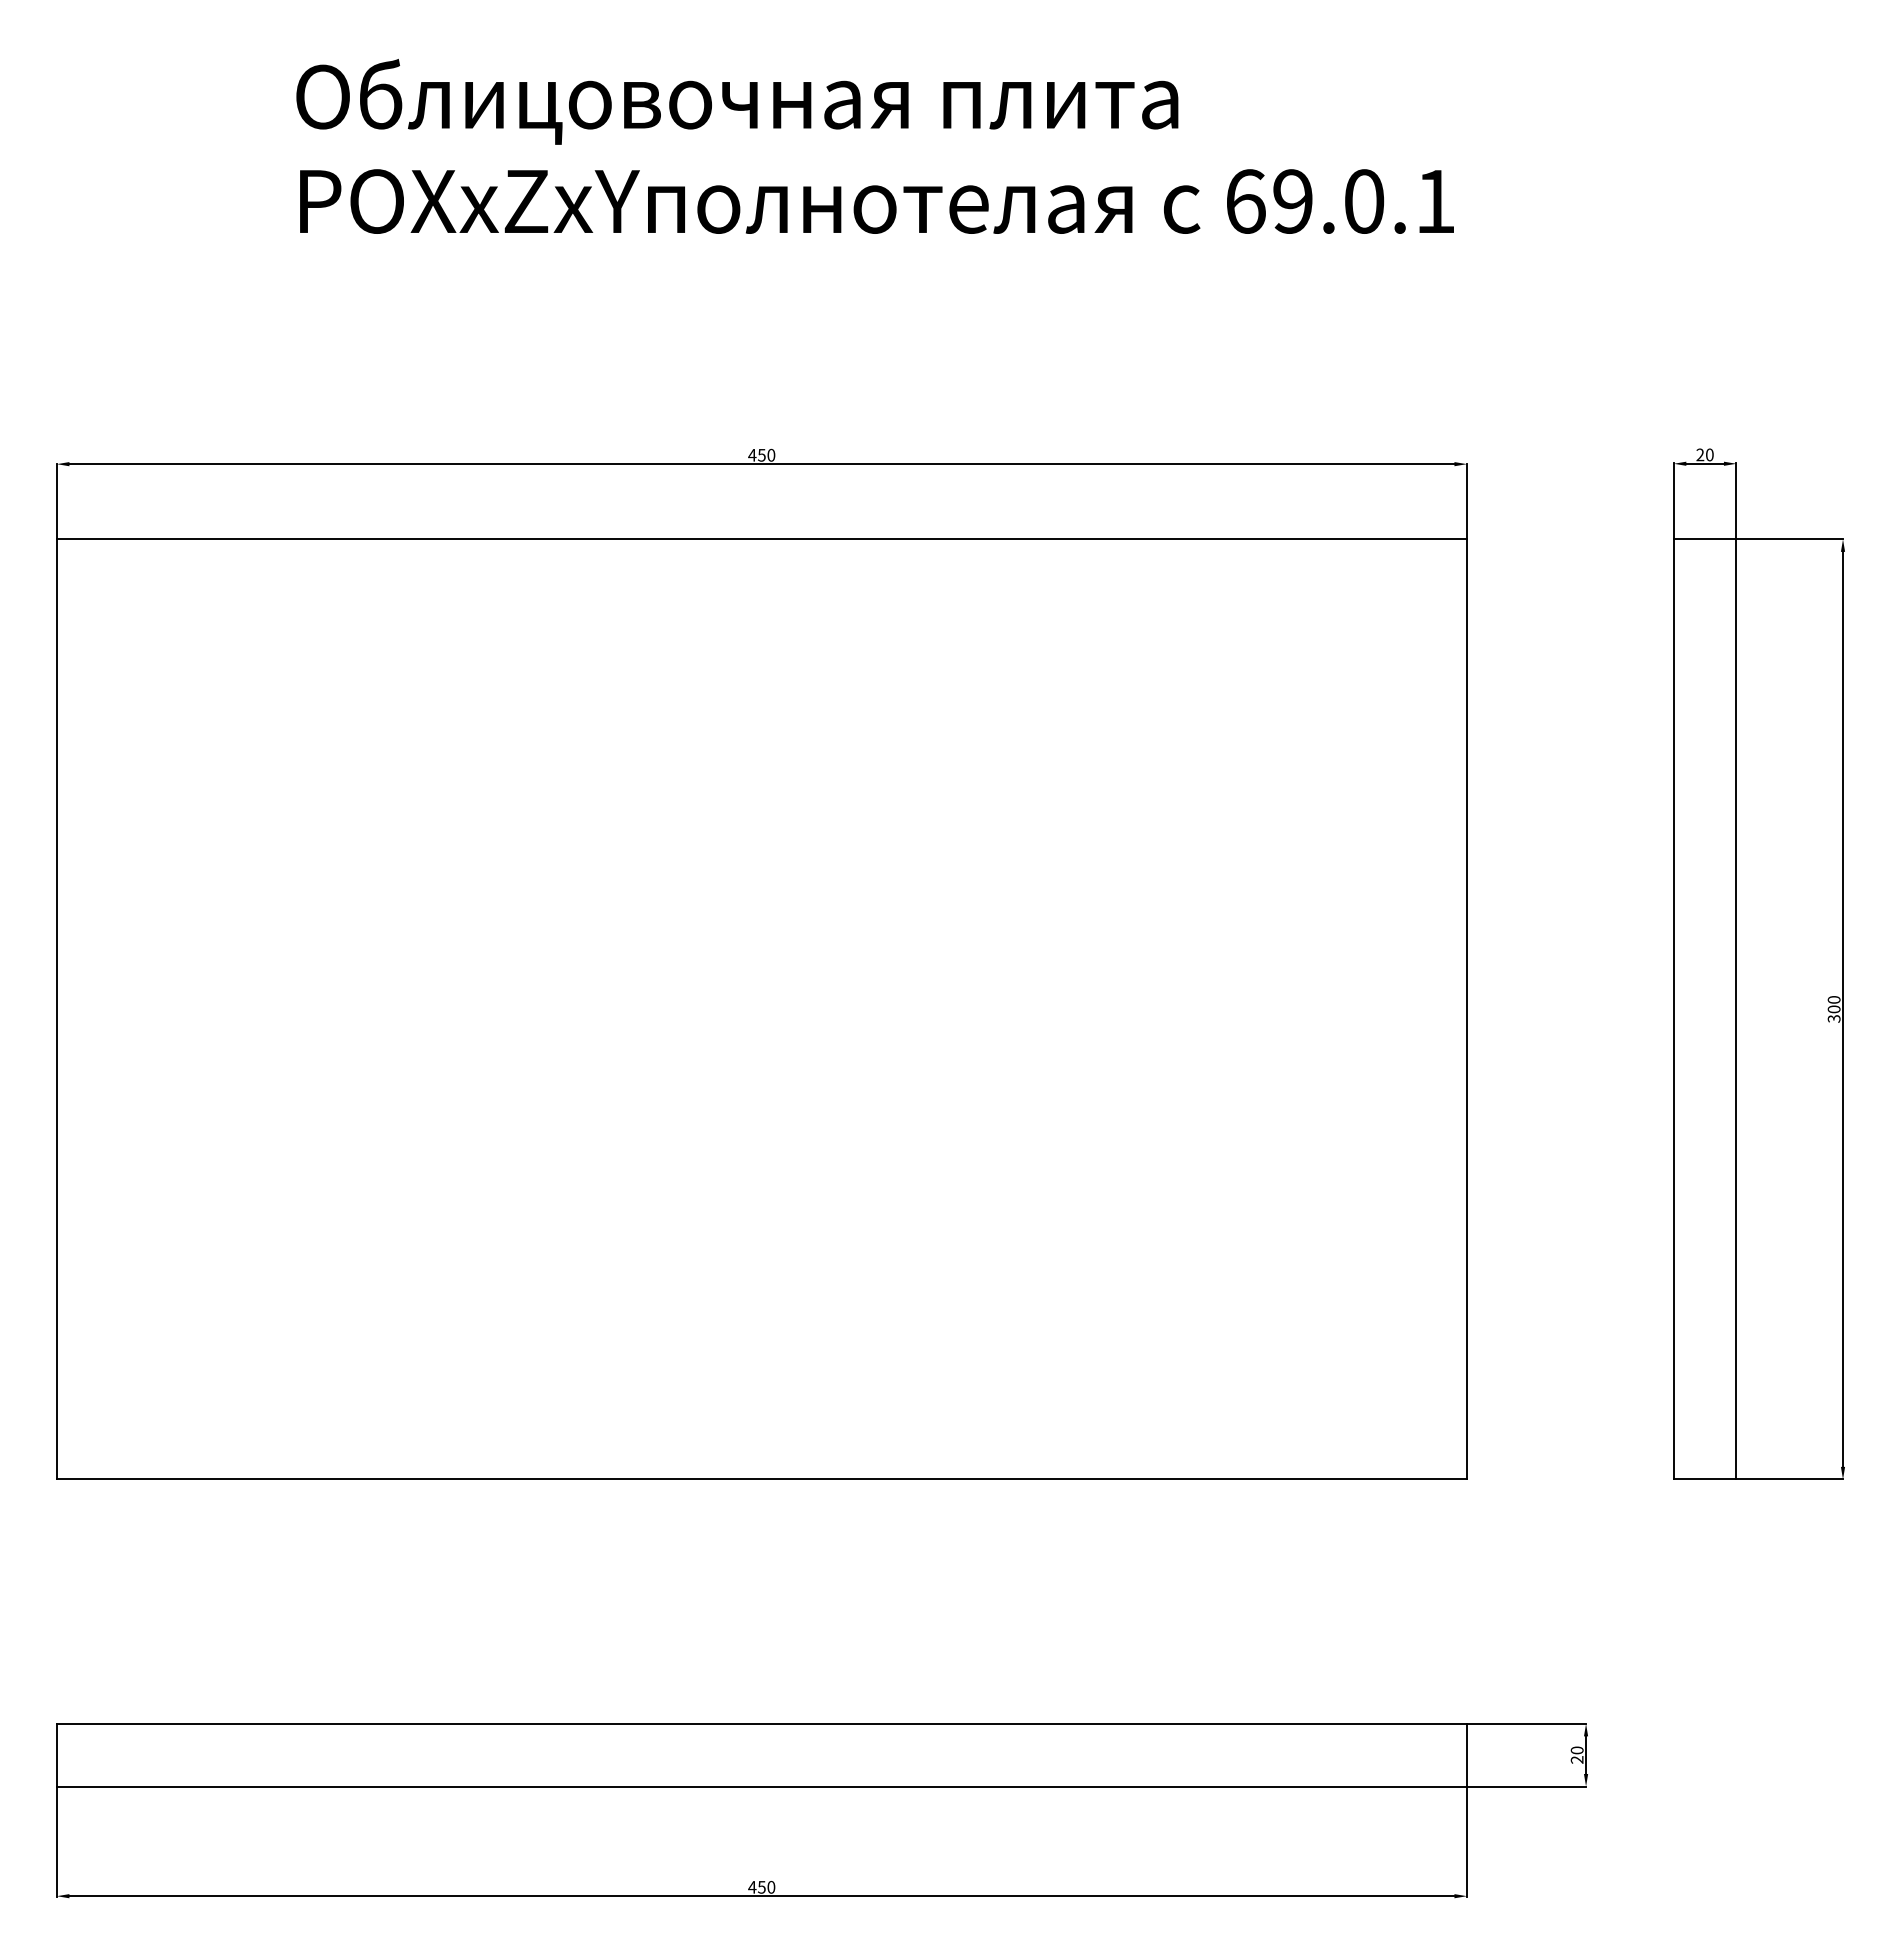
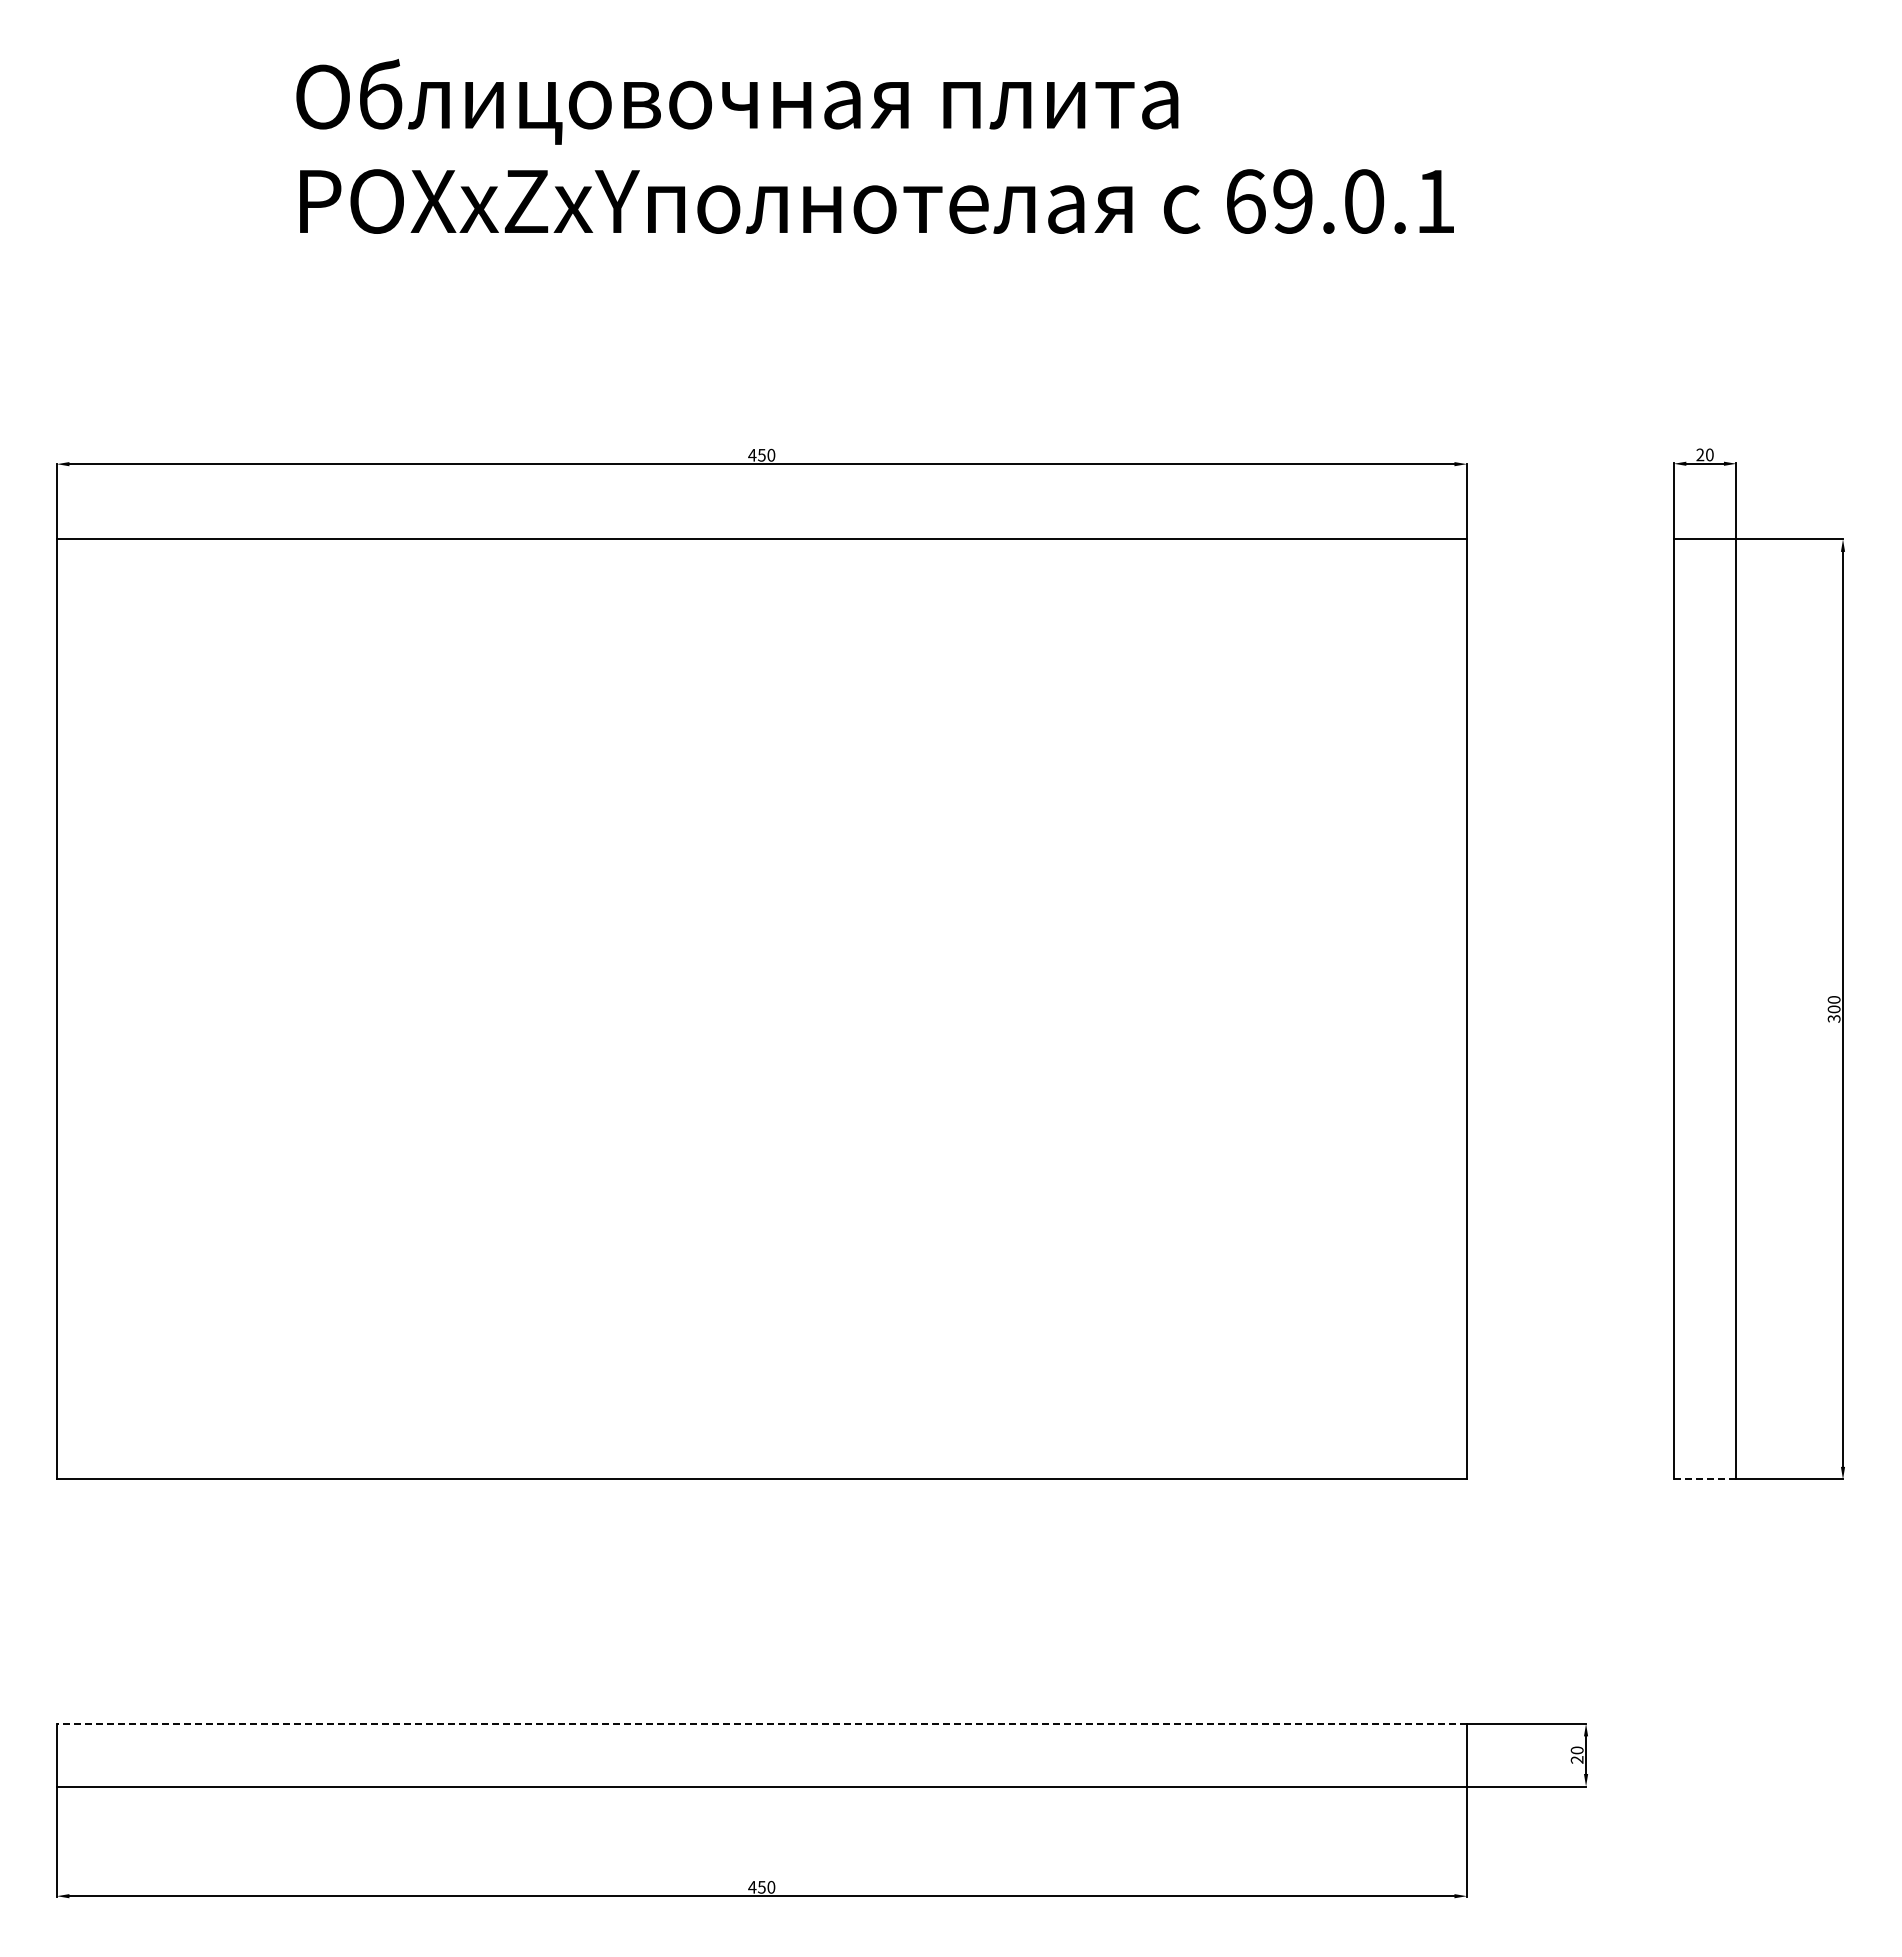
line at (1705, 1479): solid -> dashed
line at (761, 1723): solid -> dashed
